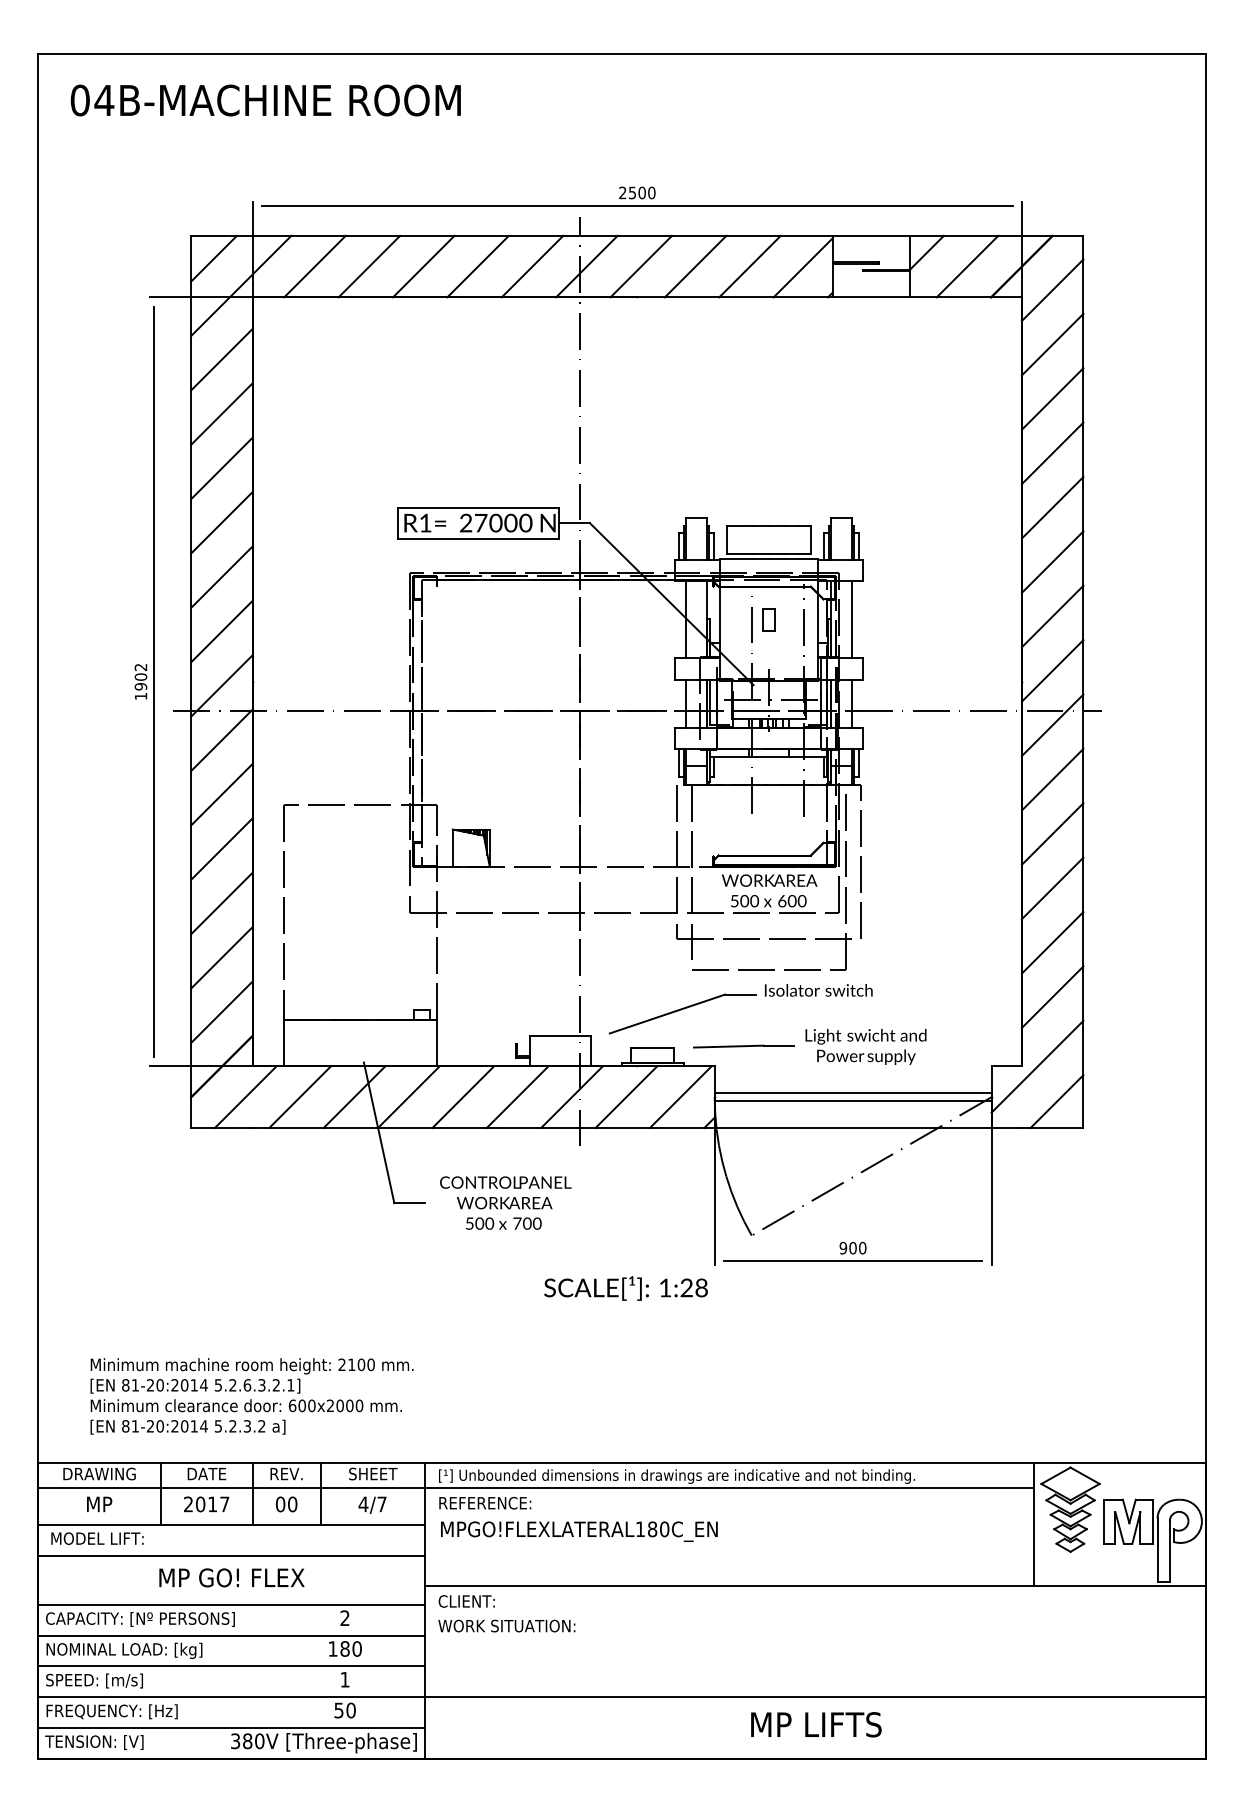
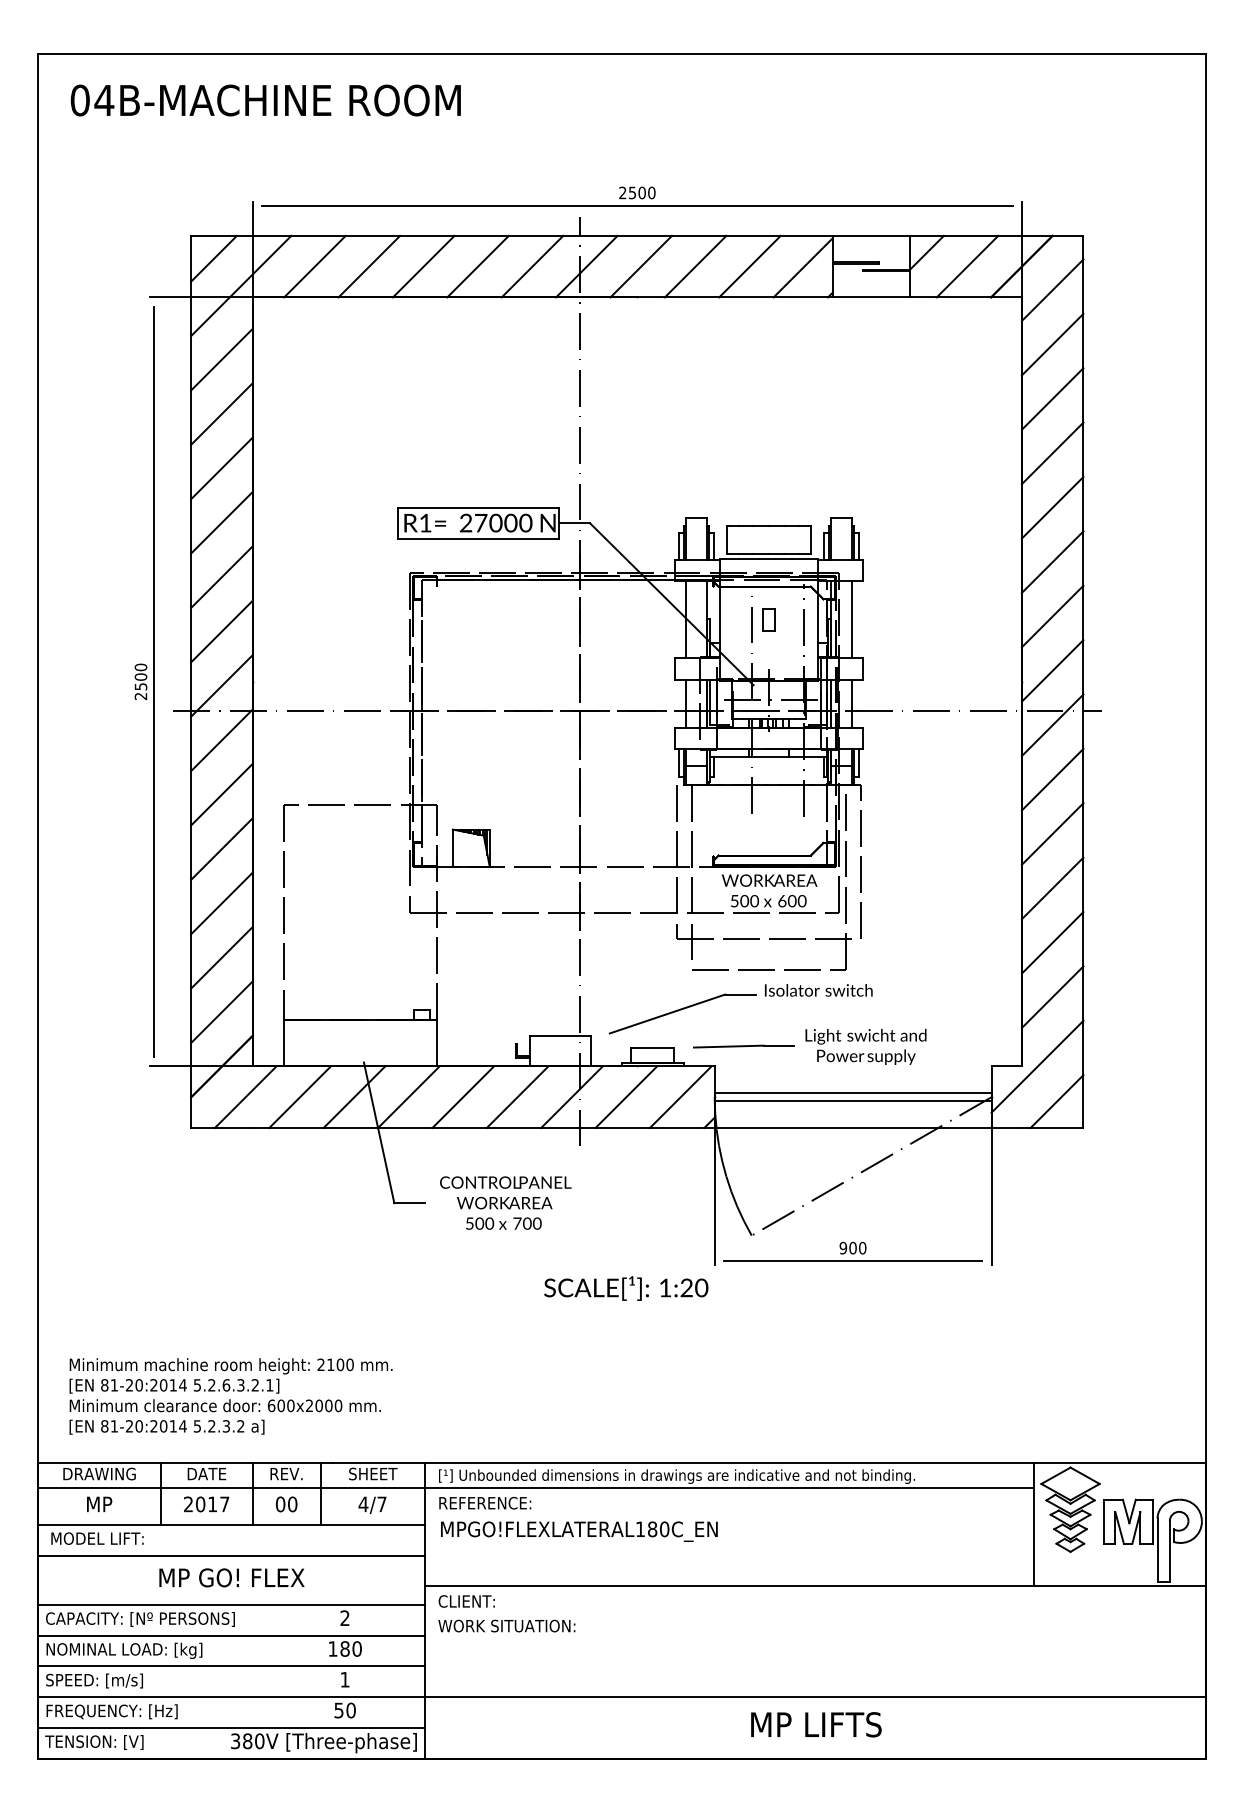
text at (140, 681): 1902 -> 2500
text at (701, 1288): 1:28 -> 1:20
text at (251, 1396) position: (251, 1396) -> (230, 1396)
